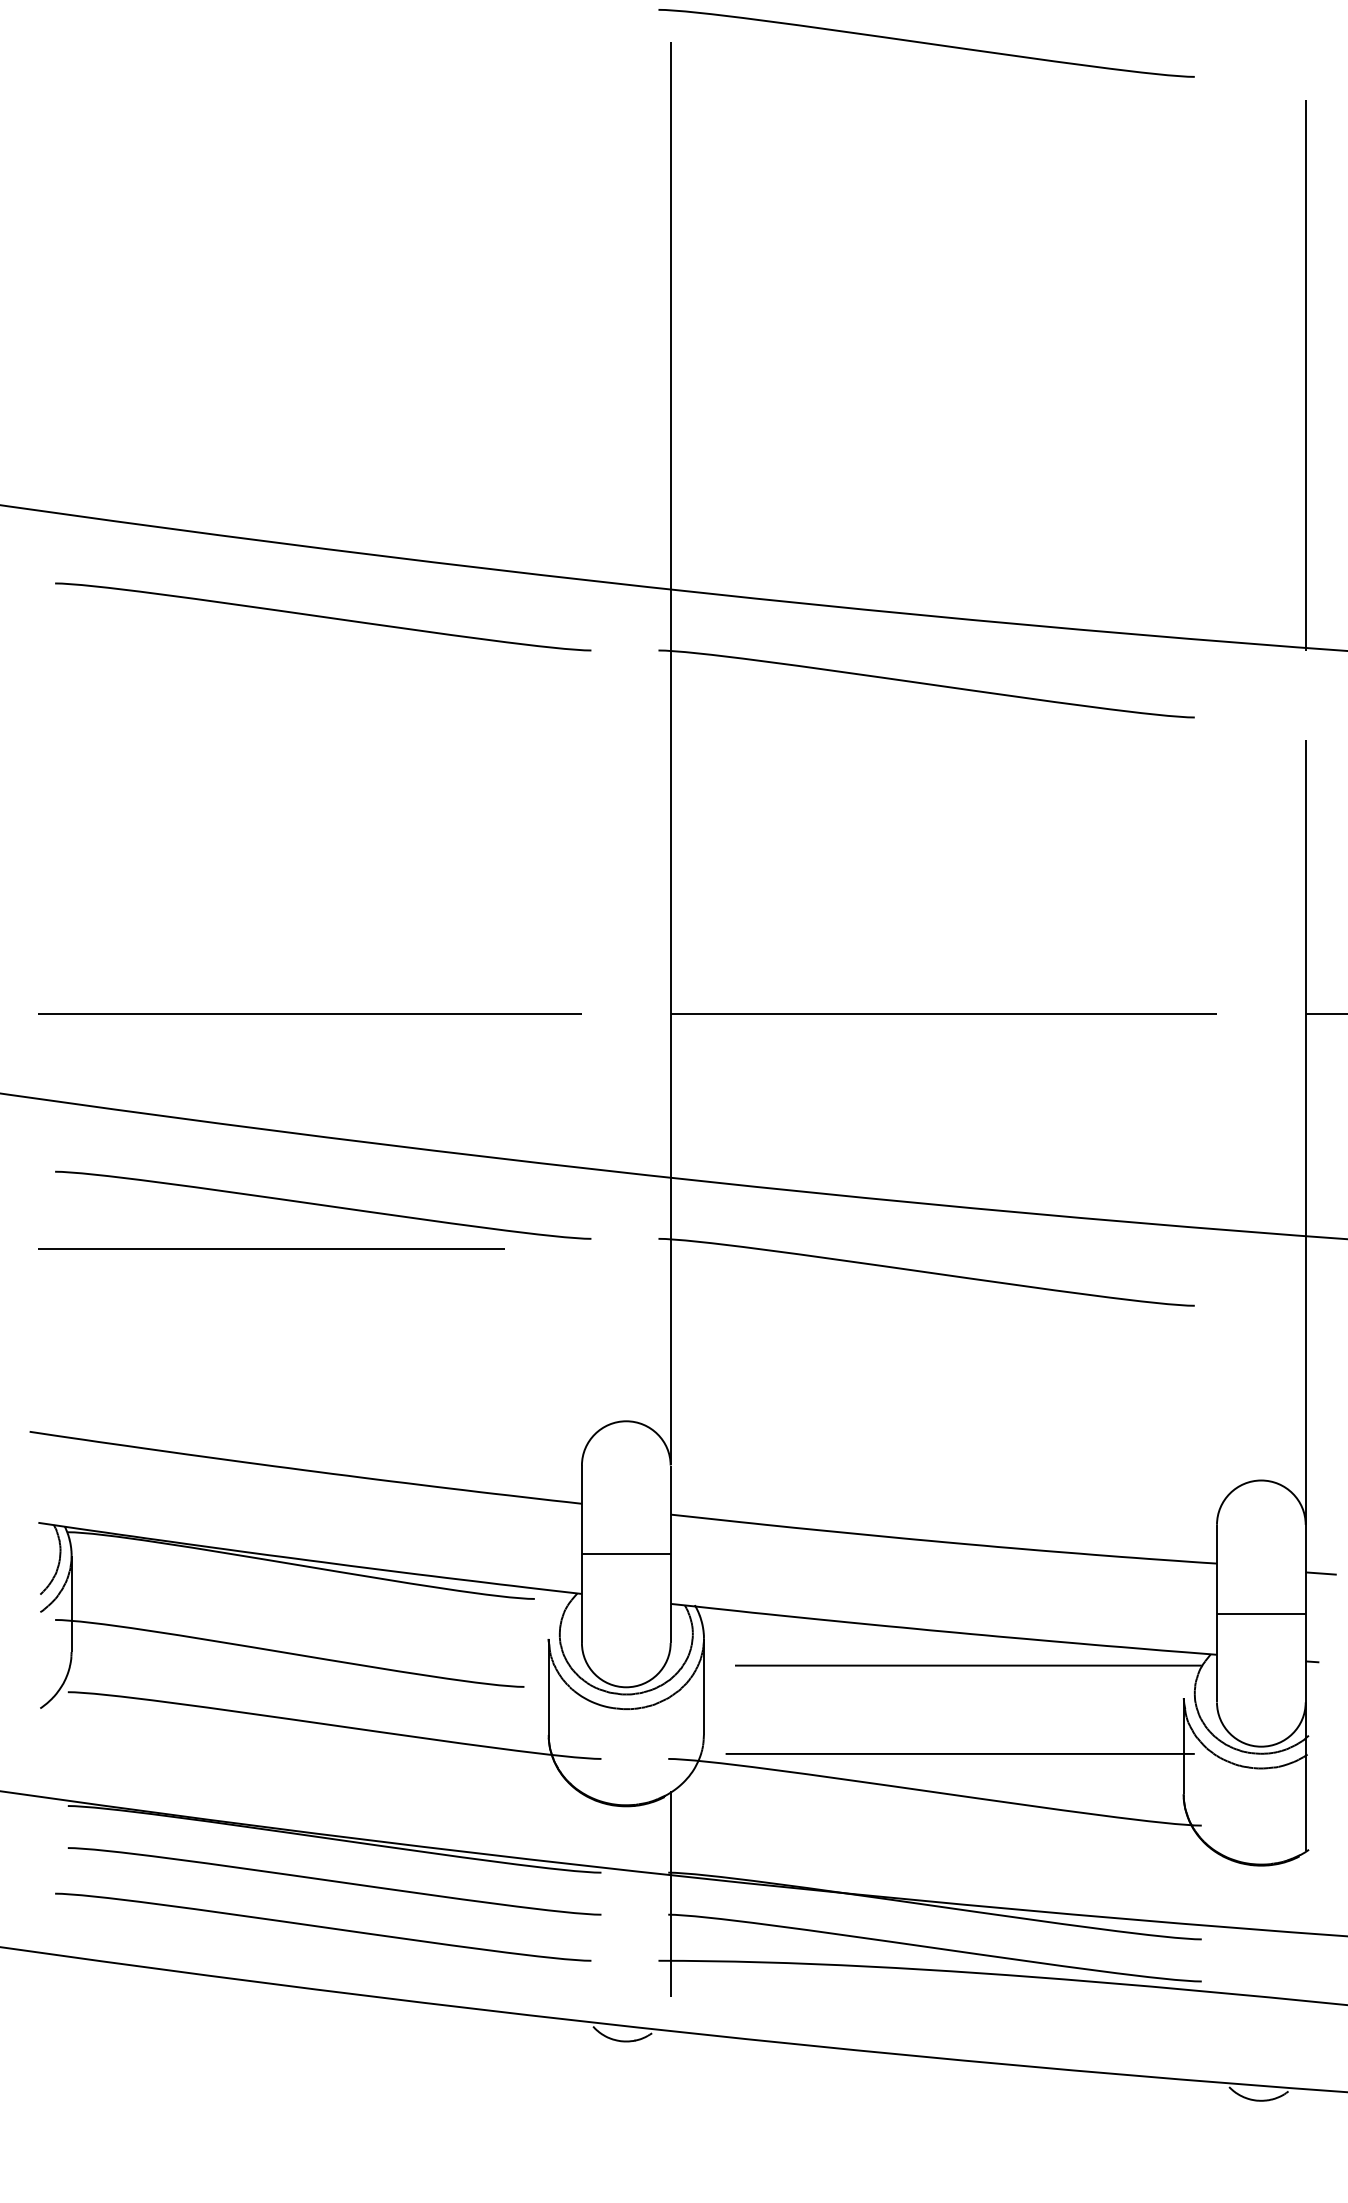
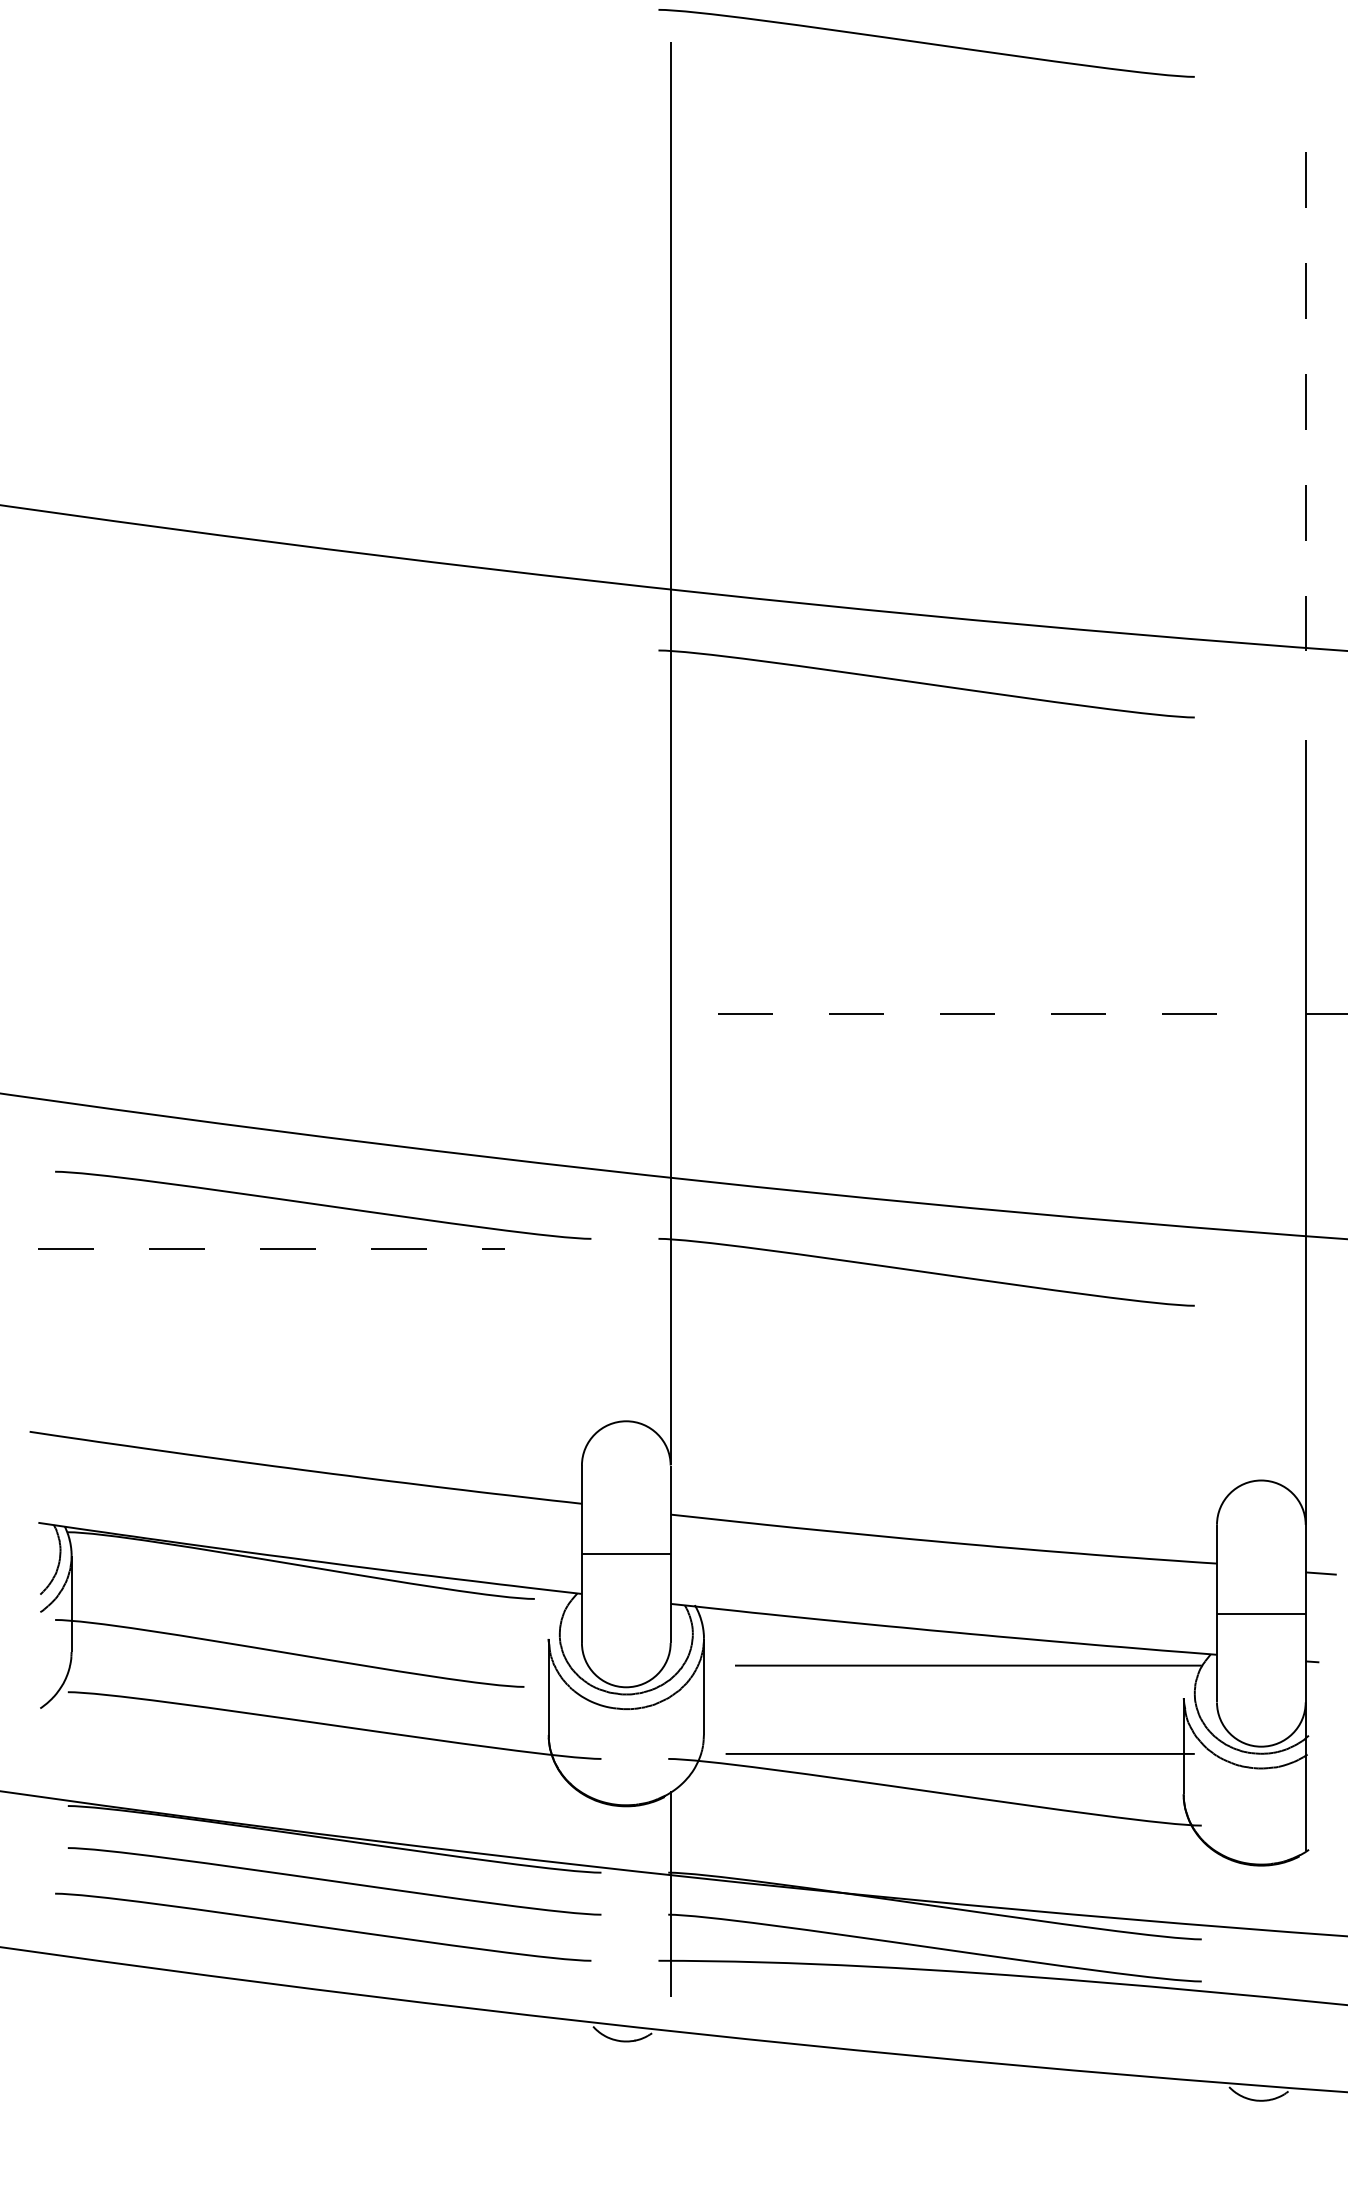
line at (1305, 375): solid -> dashed
curve at (323, 616): present -> none
line at (309, 1013): present -> none
line at (943, 1013): solid -> dashed
line at (272, 1248): solid -> dashed
